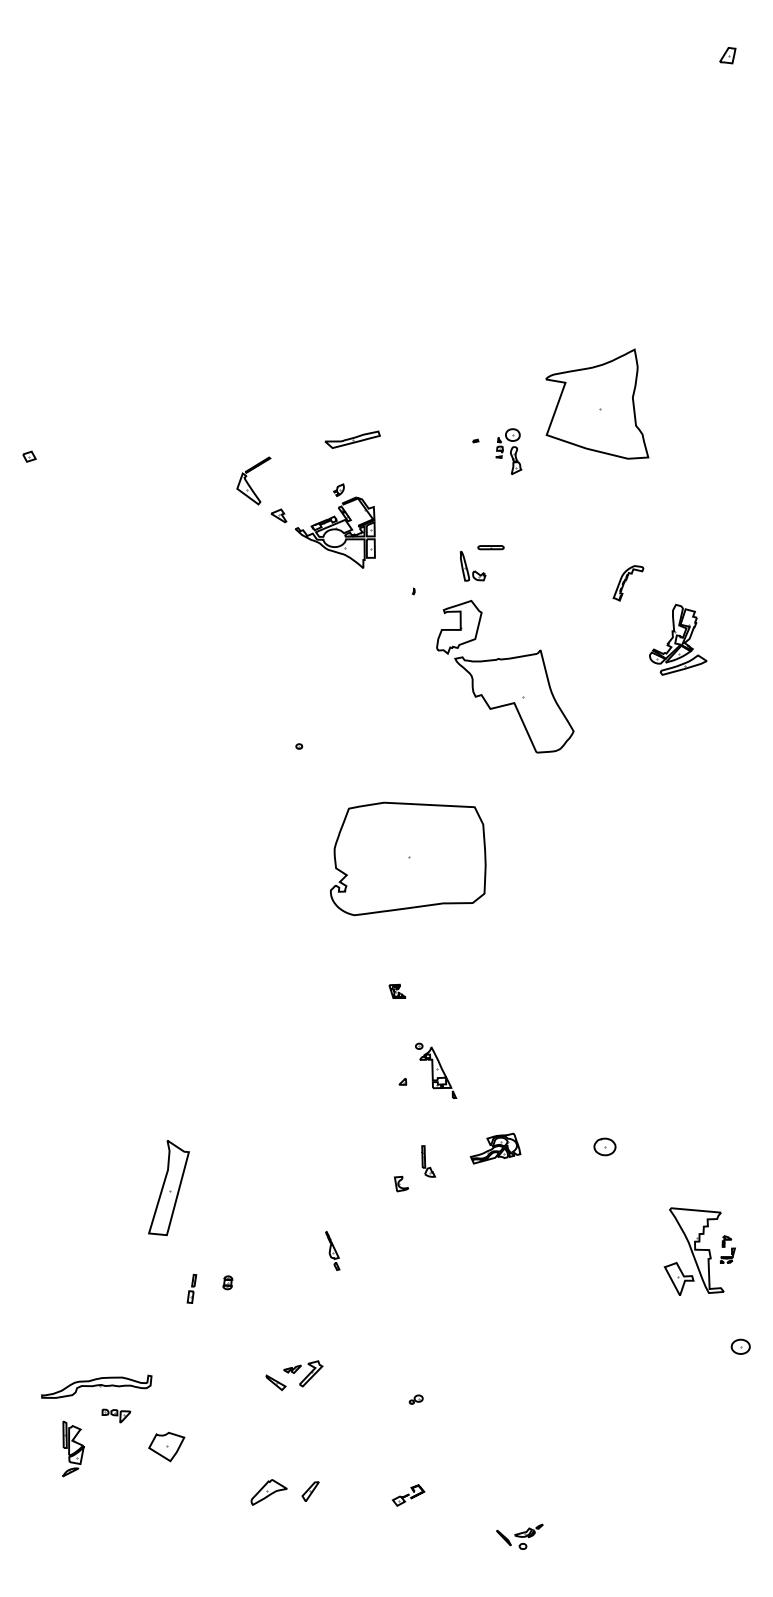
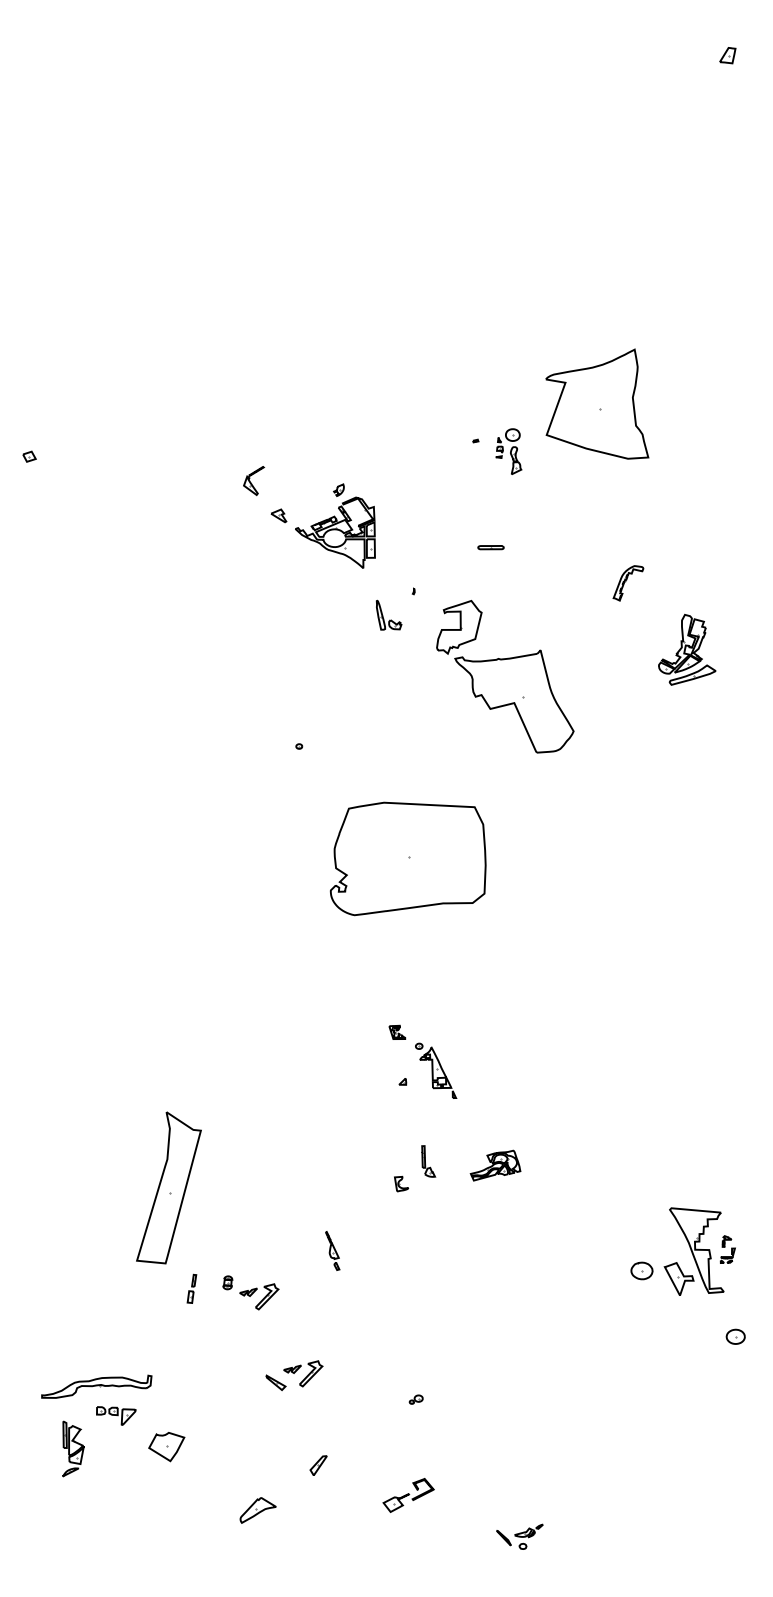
part at (352, 439): present -> none
part at (253, 480) size: 36x50 px -> 23x31 px
part at (472, 565) position: (472, 565) -> (388, 614)
part at (678, 639) position: (678, 639) -> (687, 649)
part at (397, 990) position: (397, 990) -> (397, 1031)
part at (604, 1146) position: (604, 1146) -> (641, 1270)
part at (495, 1148) position: (495, 1148) -> (495, 1165)
part at (168, 1187) size: 42x96 px -> 66x154 px
part at (259, 1296): none -> present
part at (740, 1346) position: (740, 1346) -> (735, 1336)
part at (116, 1415) size: 31x16 px -> 41x20 px
part at (310, 1491) position: (310, 1491) -> (318, 1465)
part at (268, 1492) position: (268, 1492) -> (257, 1510)
part at (408, 1495) size: 35x23 px -> 53x35 px
